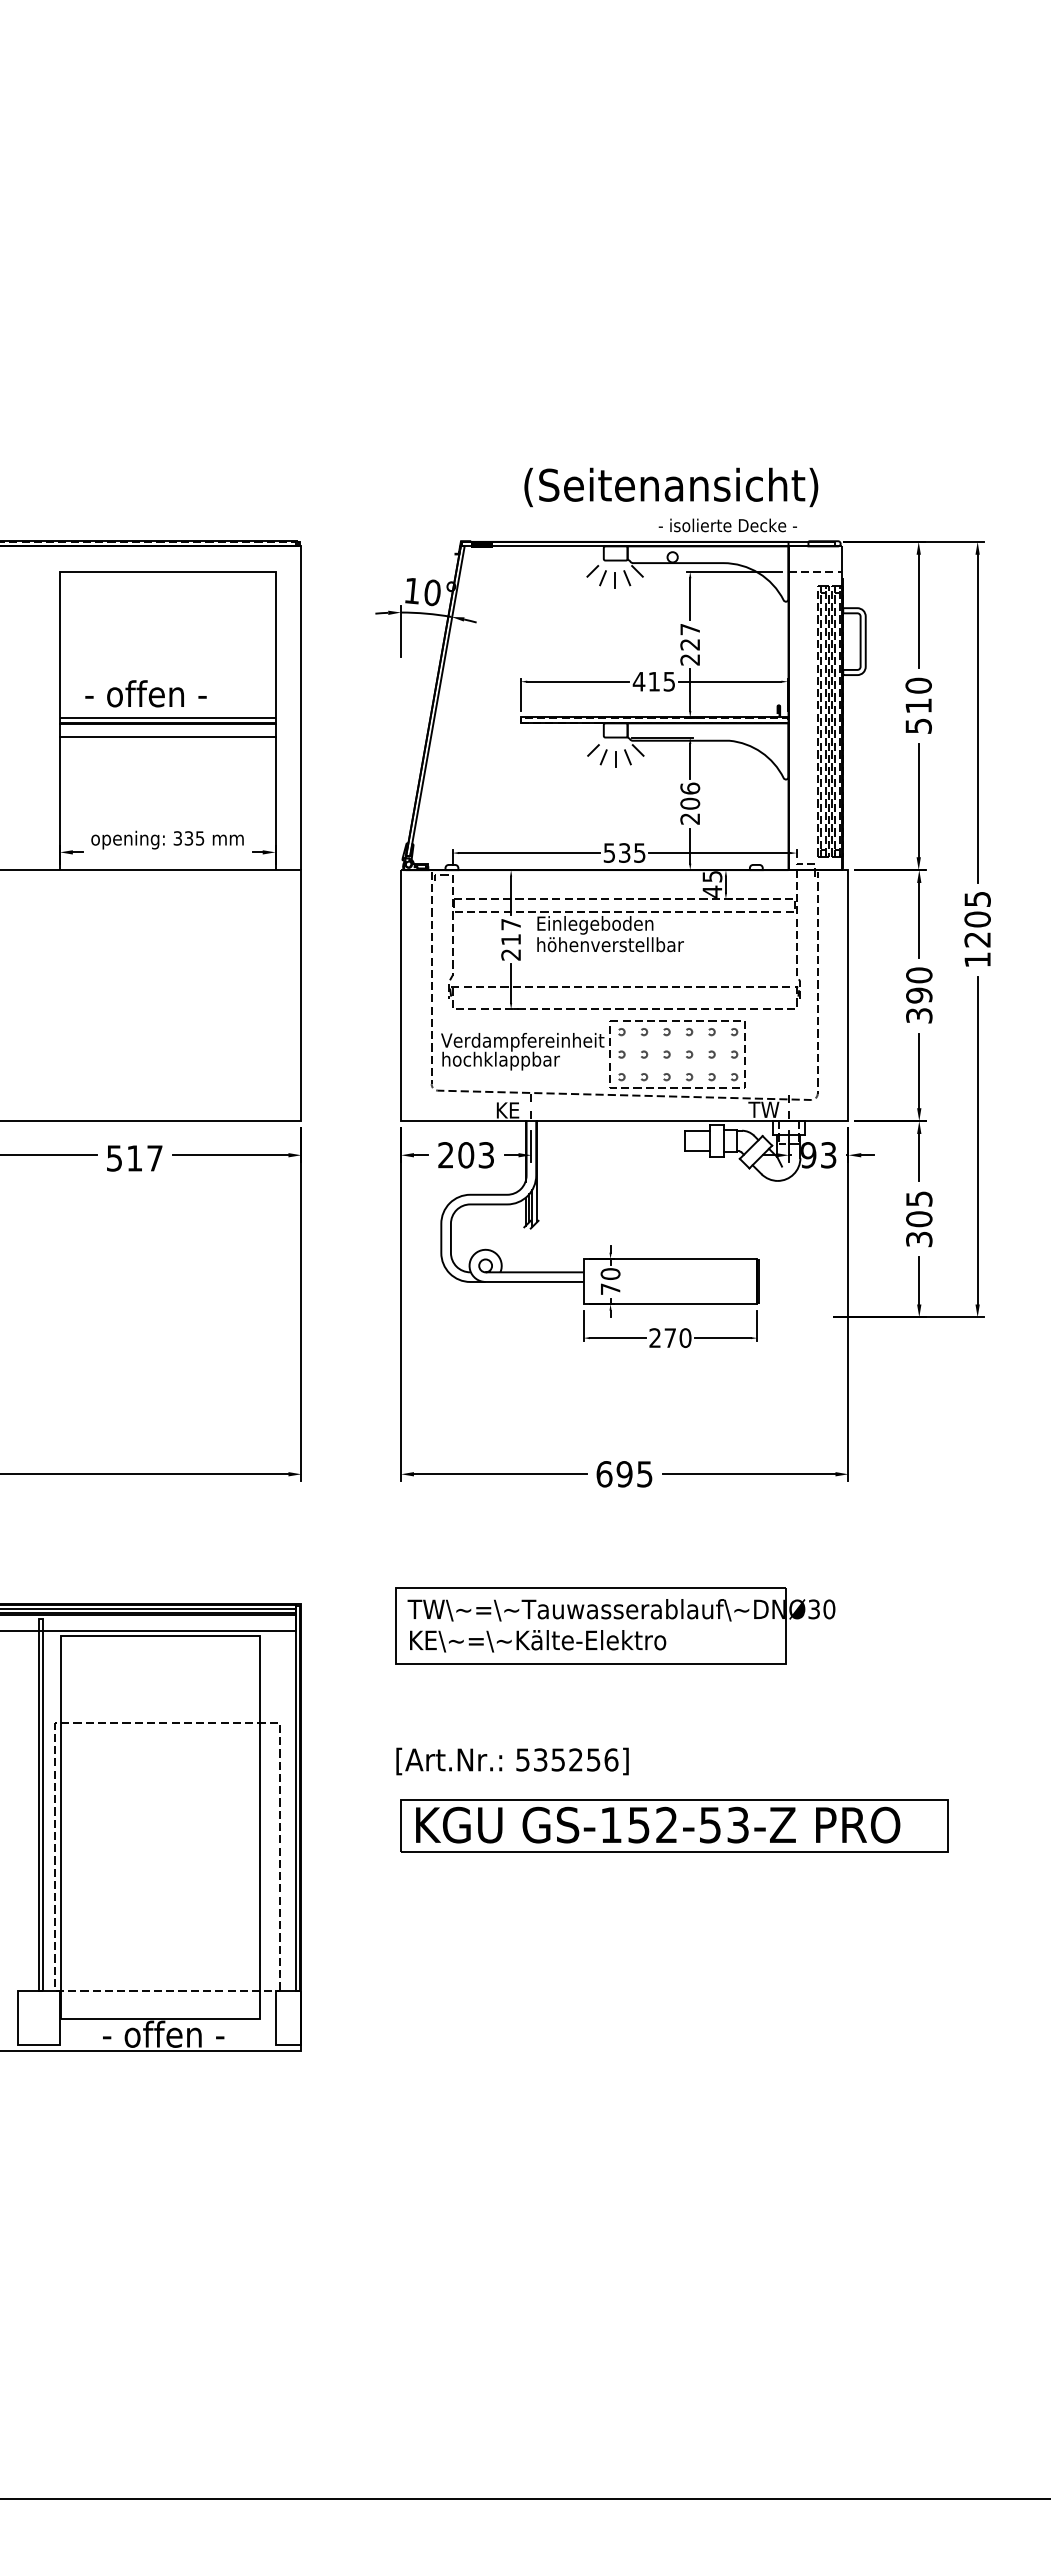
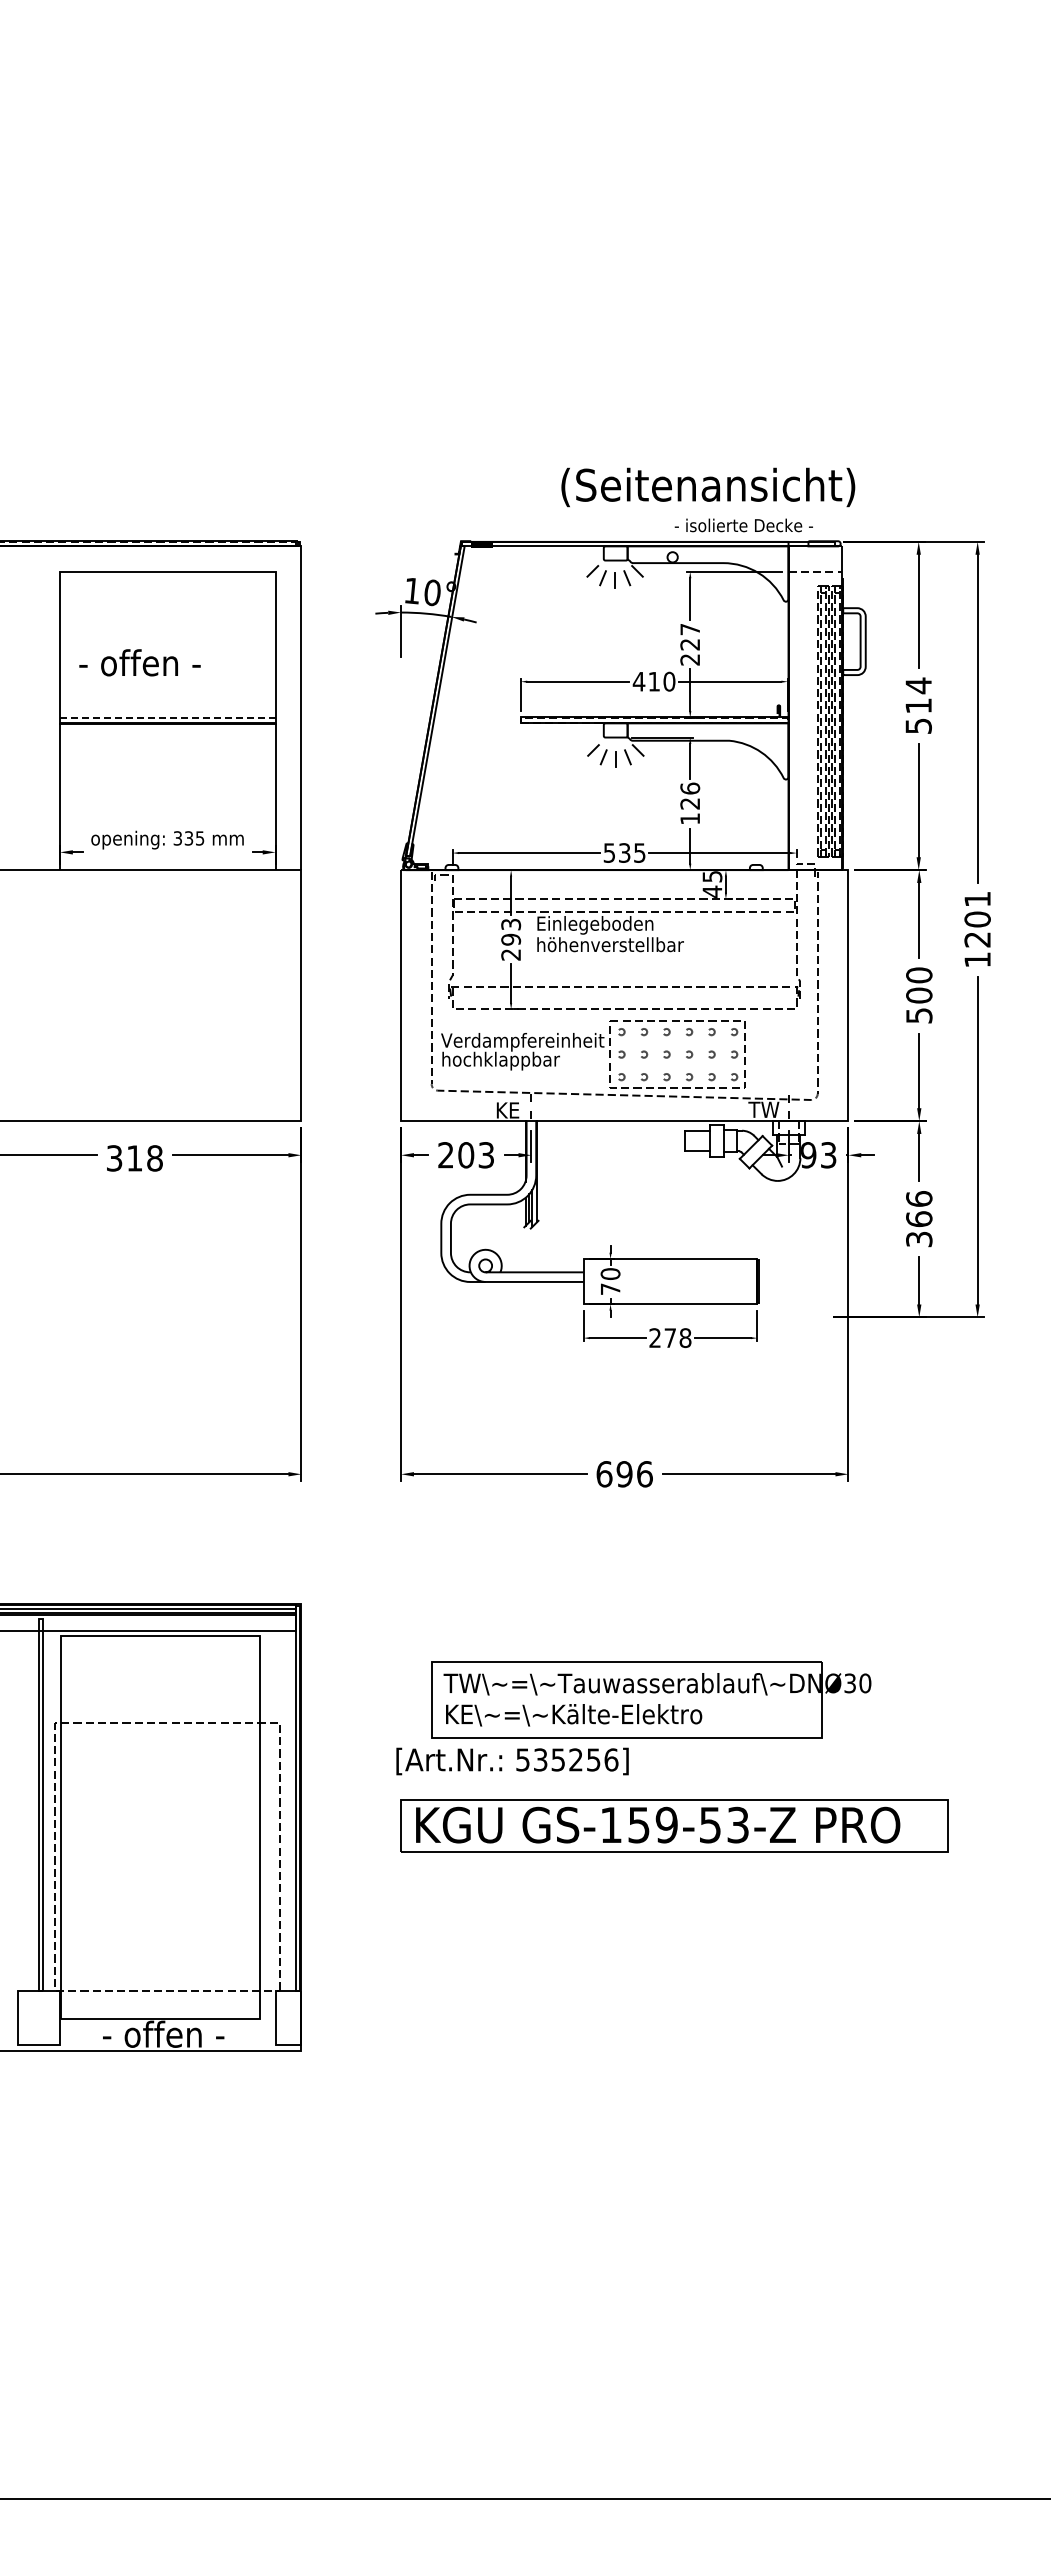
text at (671, 487) position: (671, 487) -> (708, 487)
text at (727, 525) position: (727, 525) -> (743, 525)
text at (669, 681): 415 -> 410
text at (918, 685): 510 -> 514
text at (145, 693) position: (145, 693) -> (139, 662)
line at (167, 717): solid -> dashed
line at (167, 736): present -> none
text at (690, 810): 206 -> 126
text at (977, 899): 1205 -> 1201
text at (511, 932): 217 -> 293
text at (919, 1004): 390 -> 500
text at (134, 1158): 517 -> 318
text at (919, 1209): 305 -> 366
text at (685, 1337): 270 -> 278
text at (644, 1474): 695 -> 696
part at (615, 1625) position: (615, 1625) -> (651, 1699)
text at (666, 1825): GS-152-53-Z -> GS-159-53-Z
